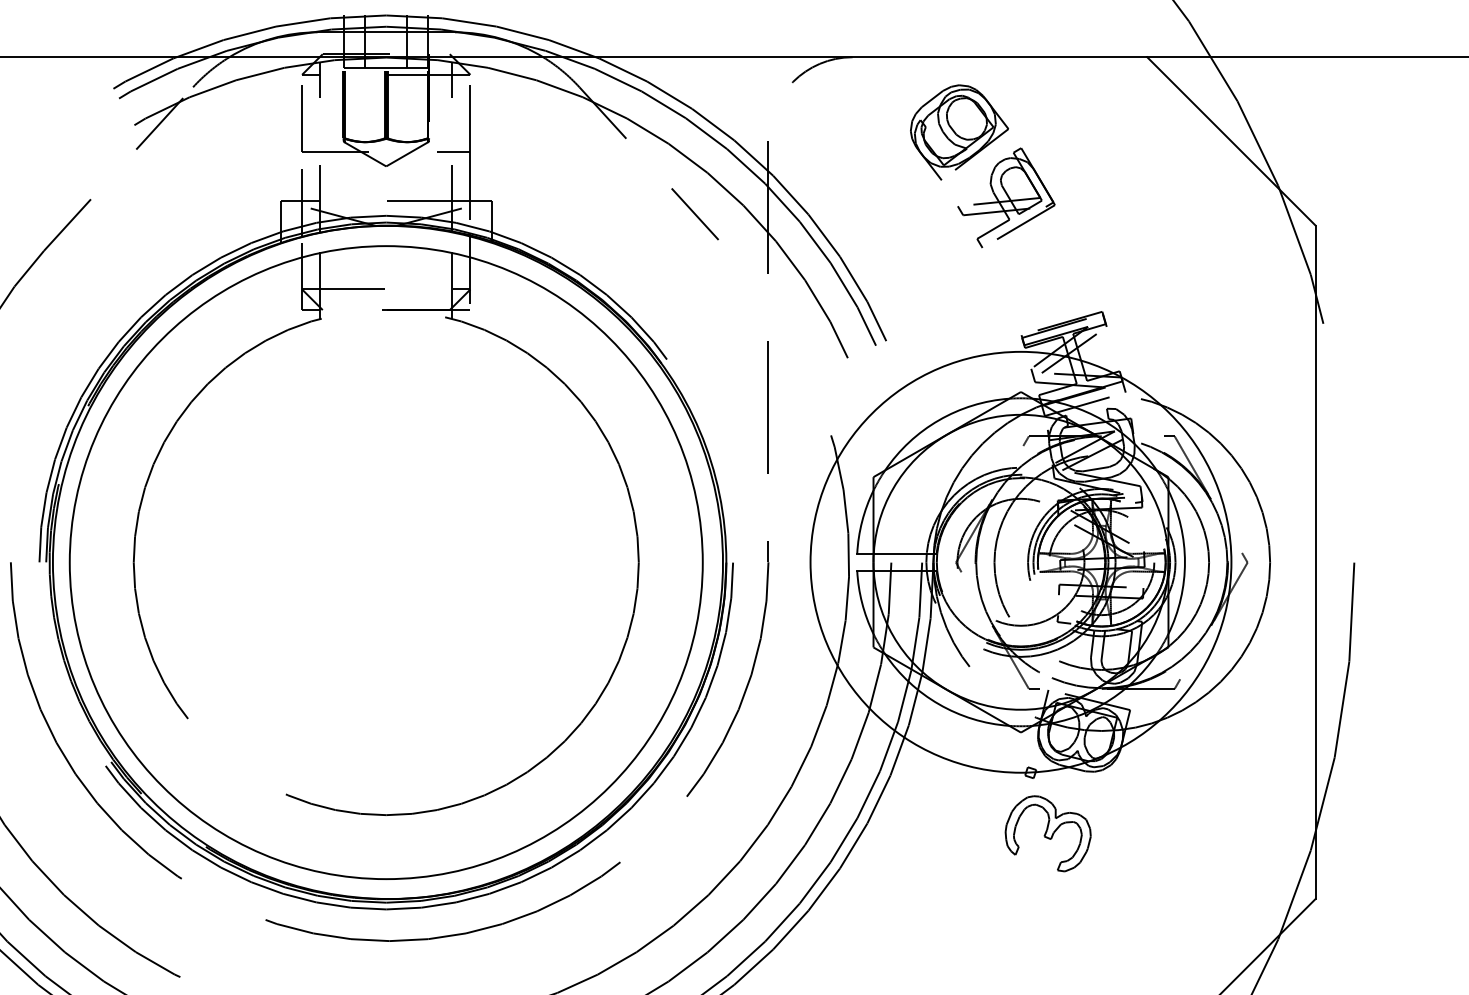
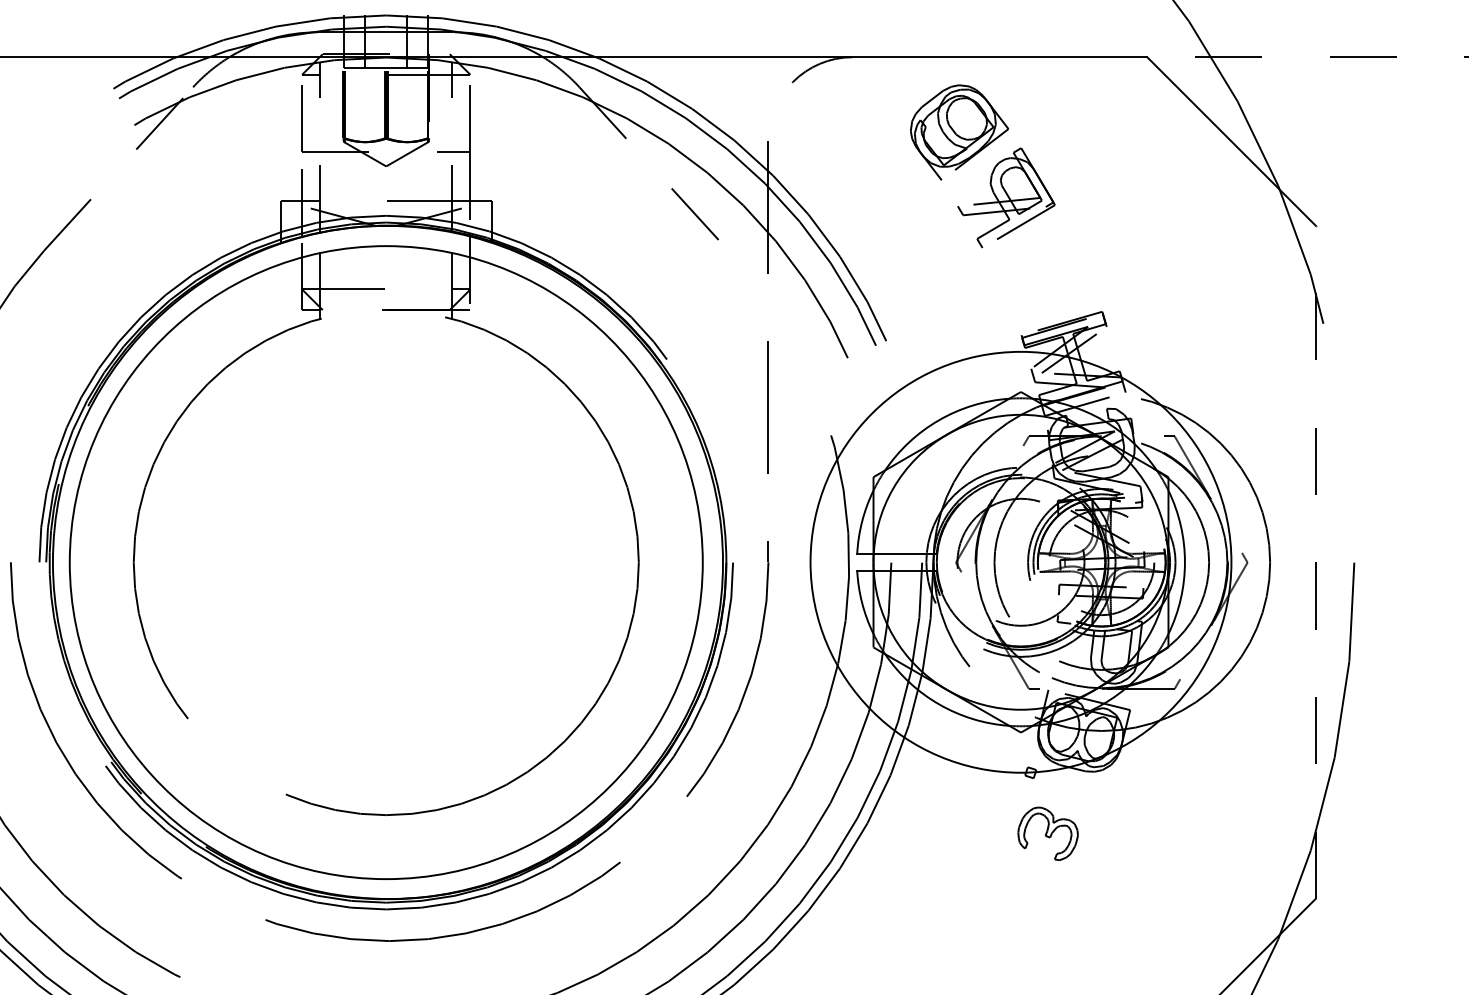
line at (1308, 57): solid -> dashed
line at (1315, 562): solid -> dashed
part at (1047, 833) size: 88x78 px -> 62x55 px
